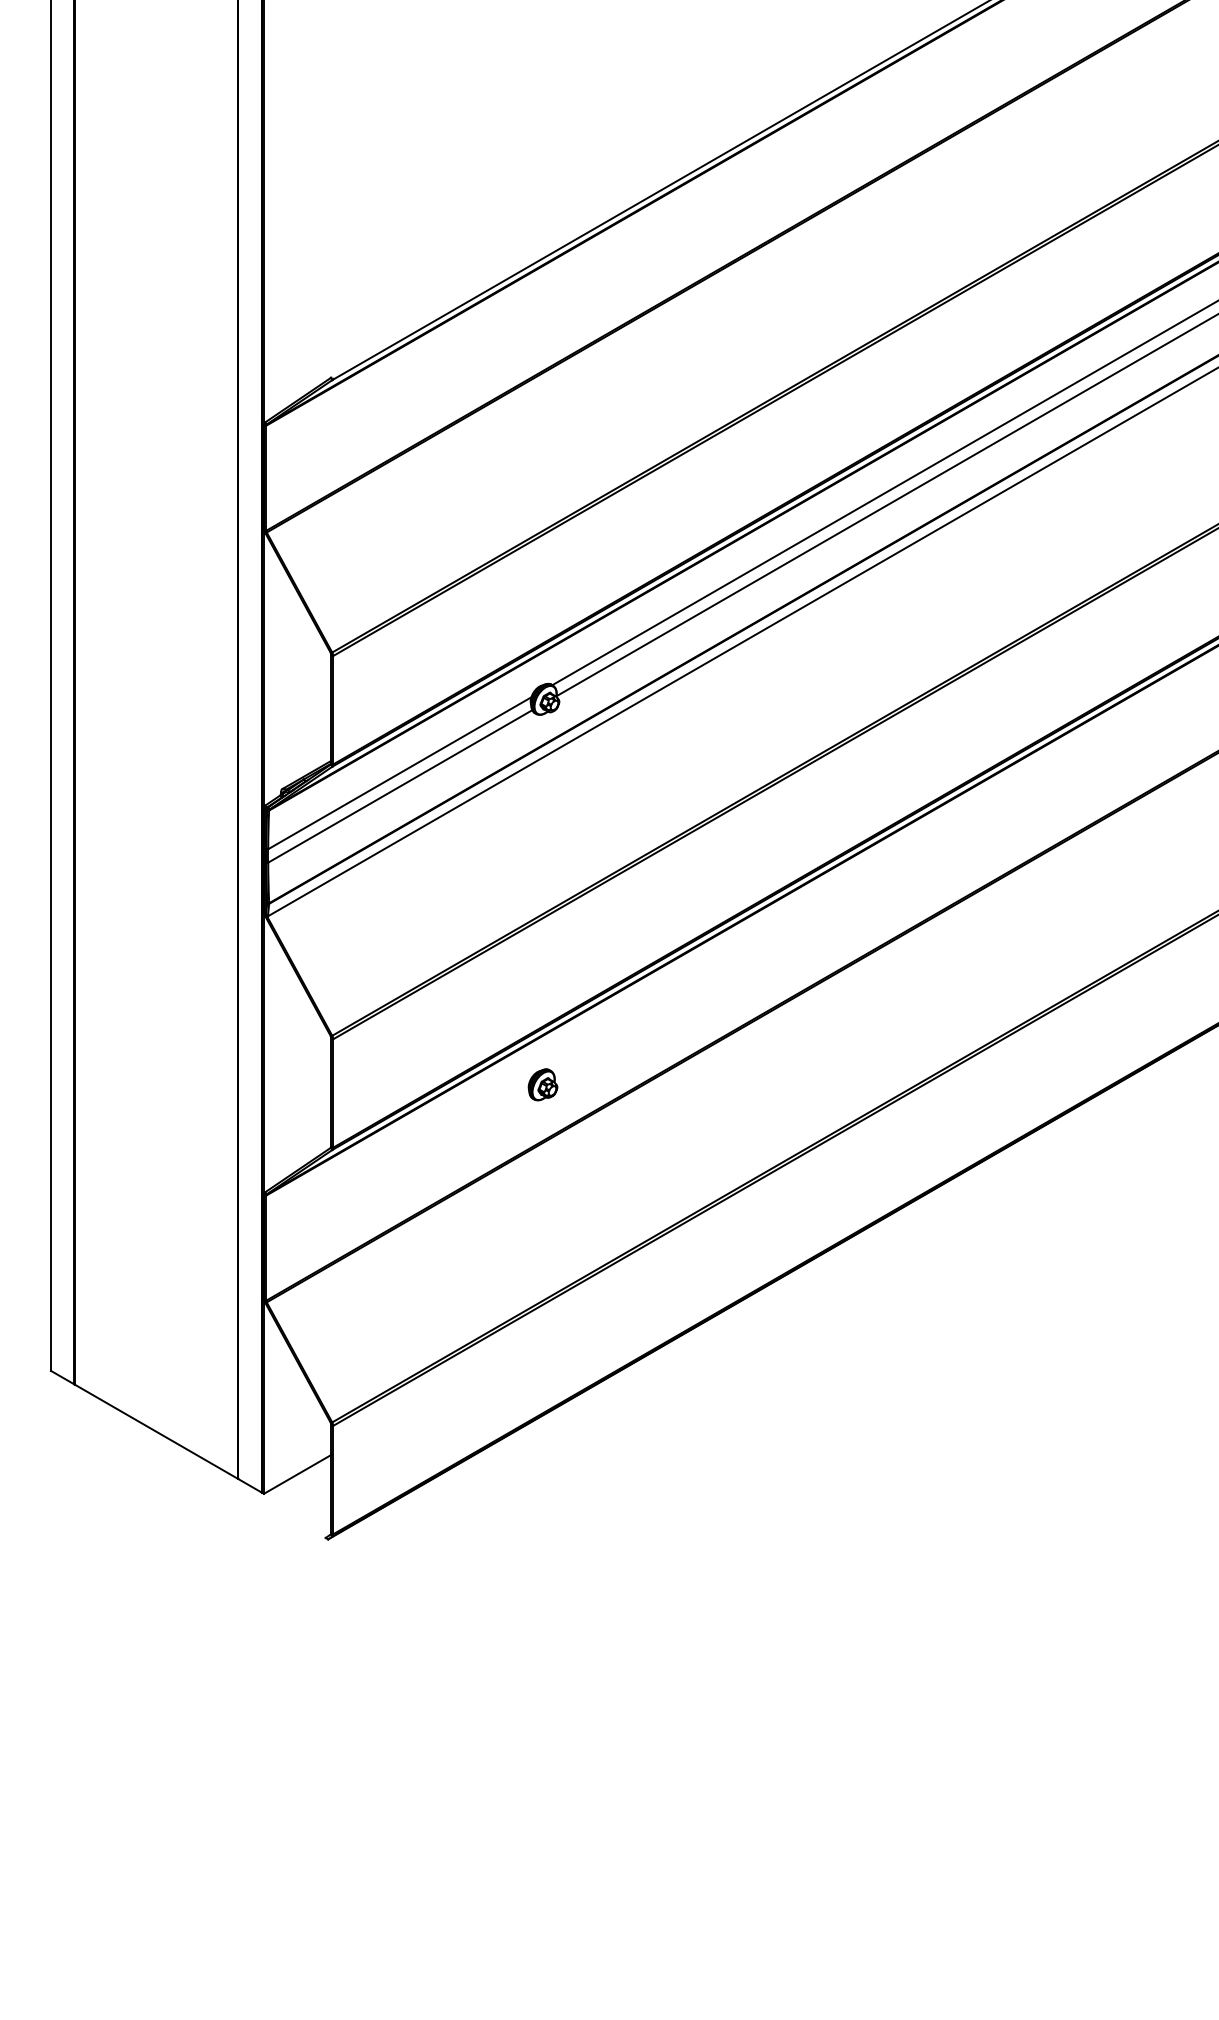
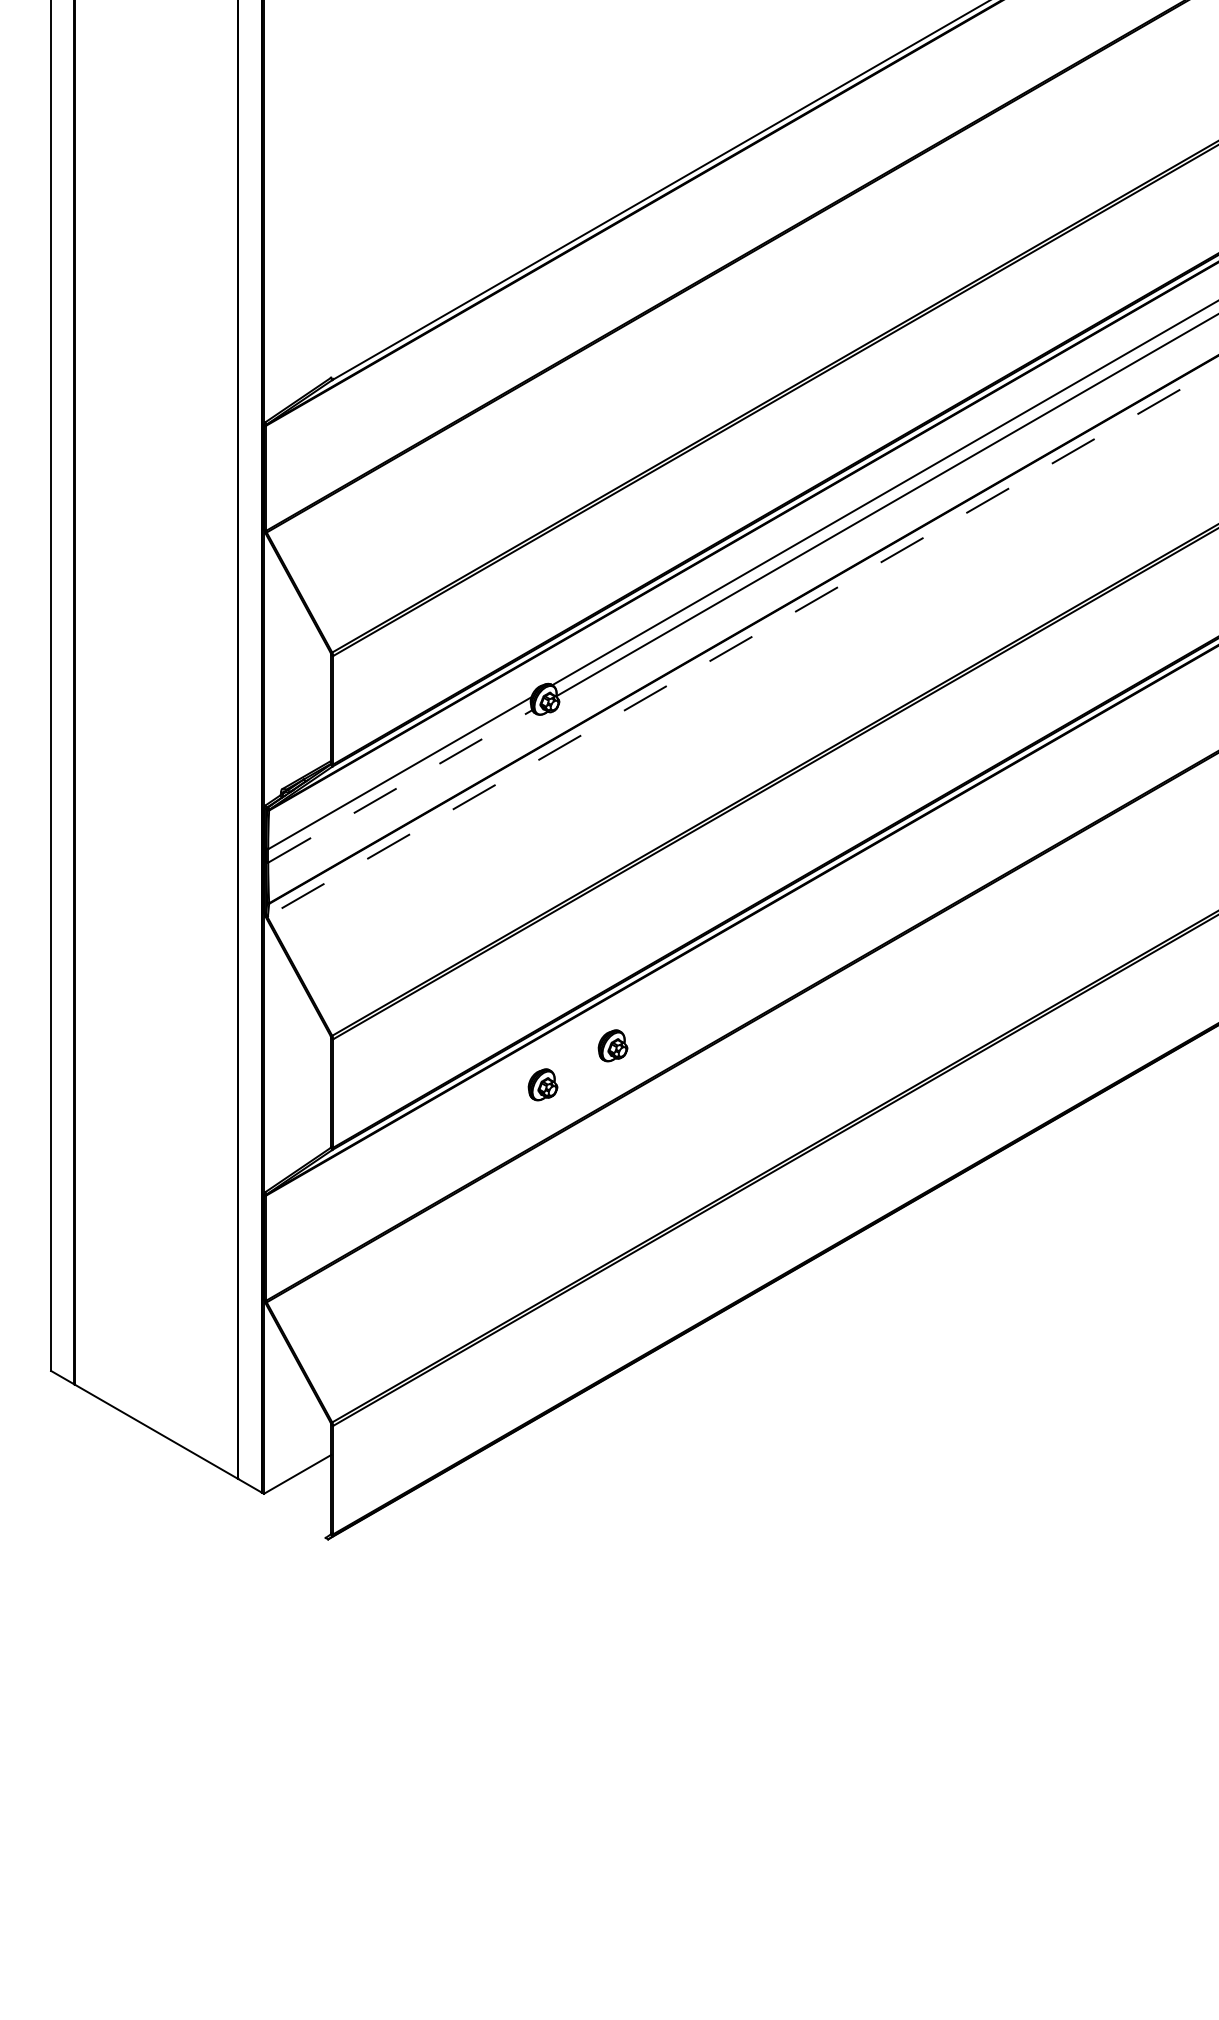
line at (743, 641): solid -> dashed
line at (400, 786): solid -> dashed
part at (612, 1045): none -> present
